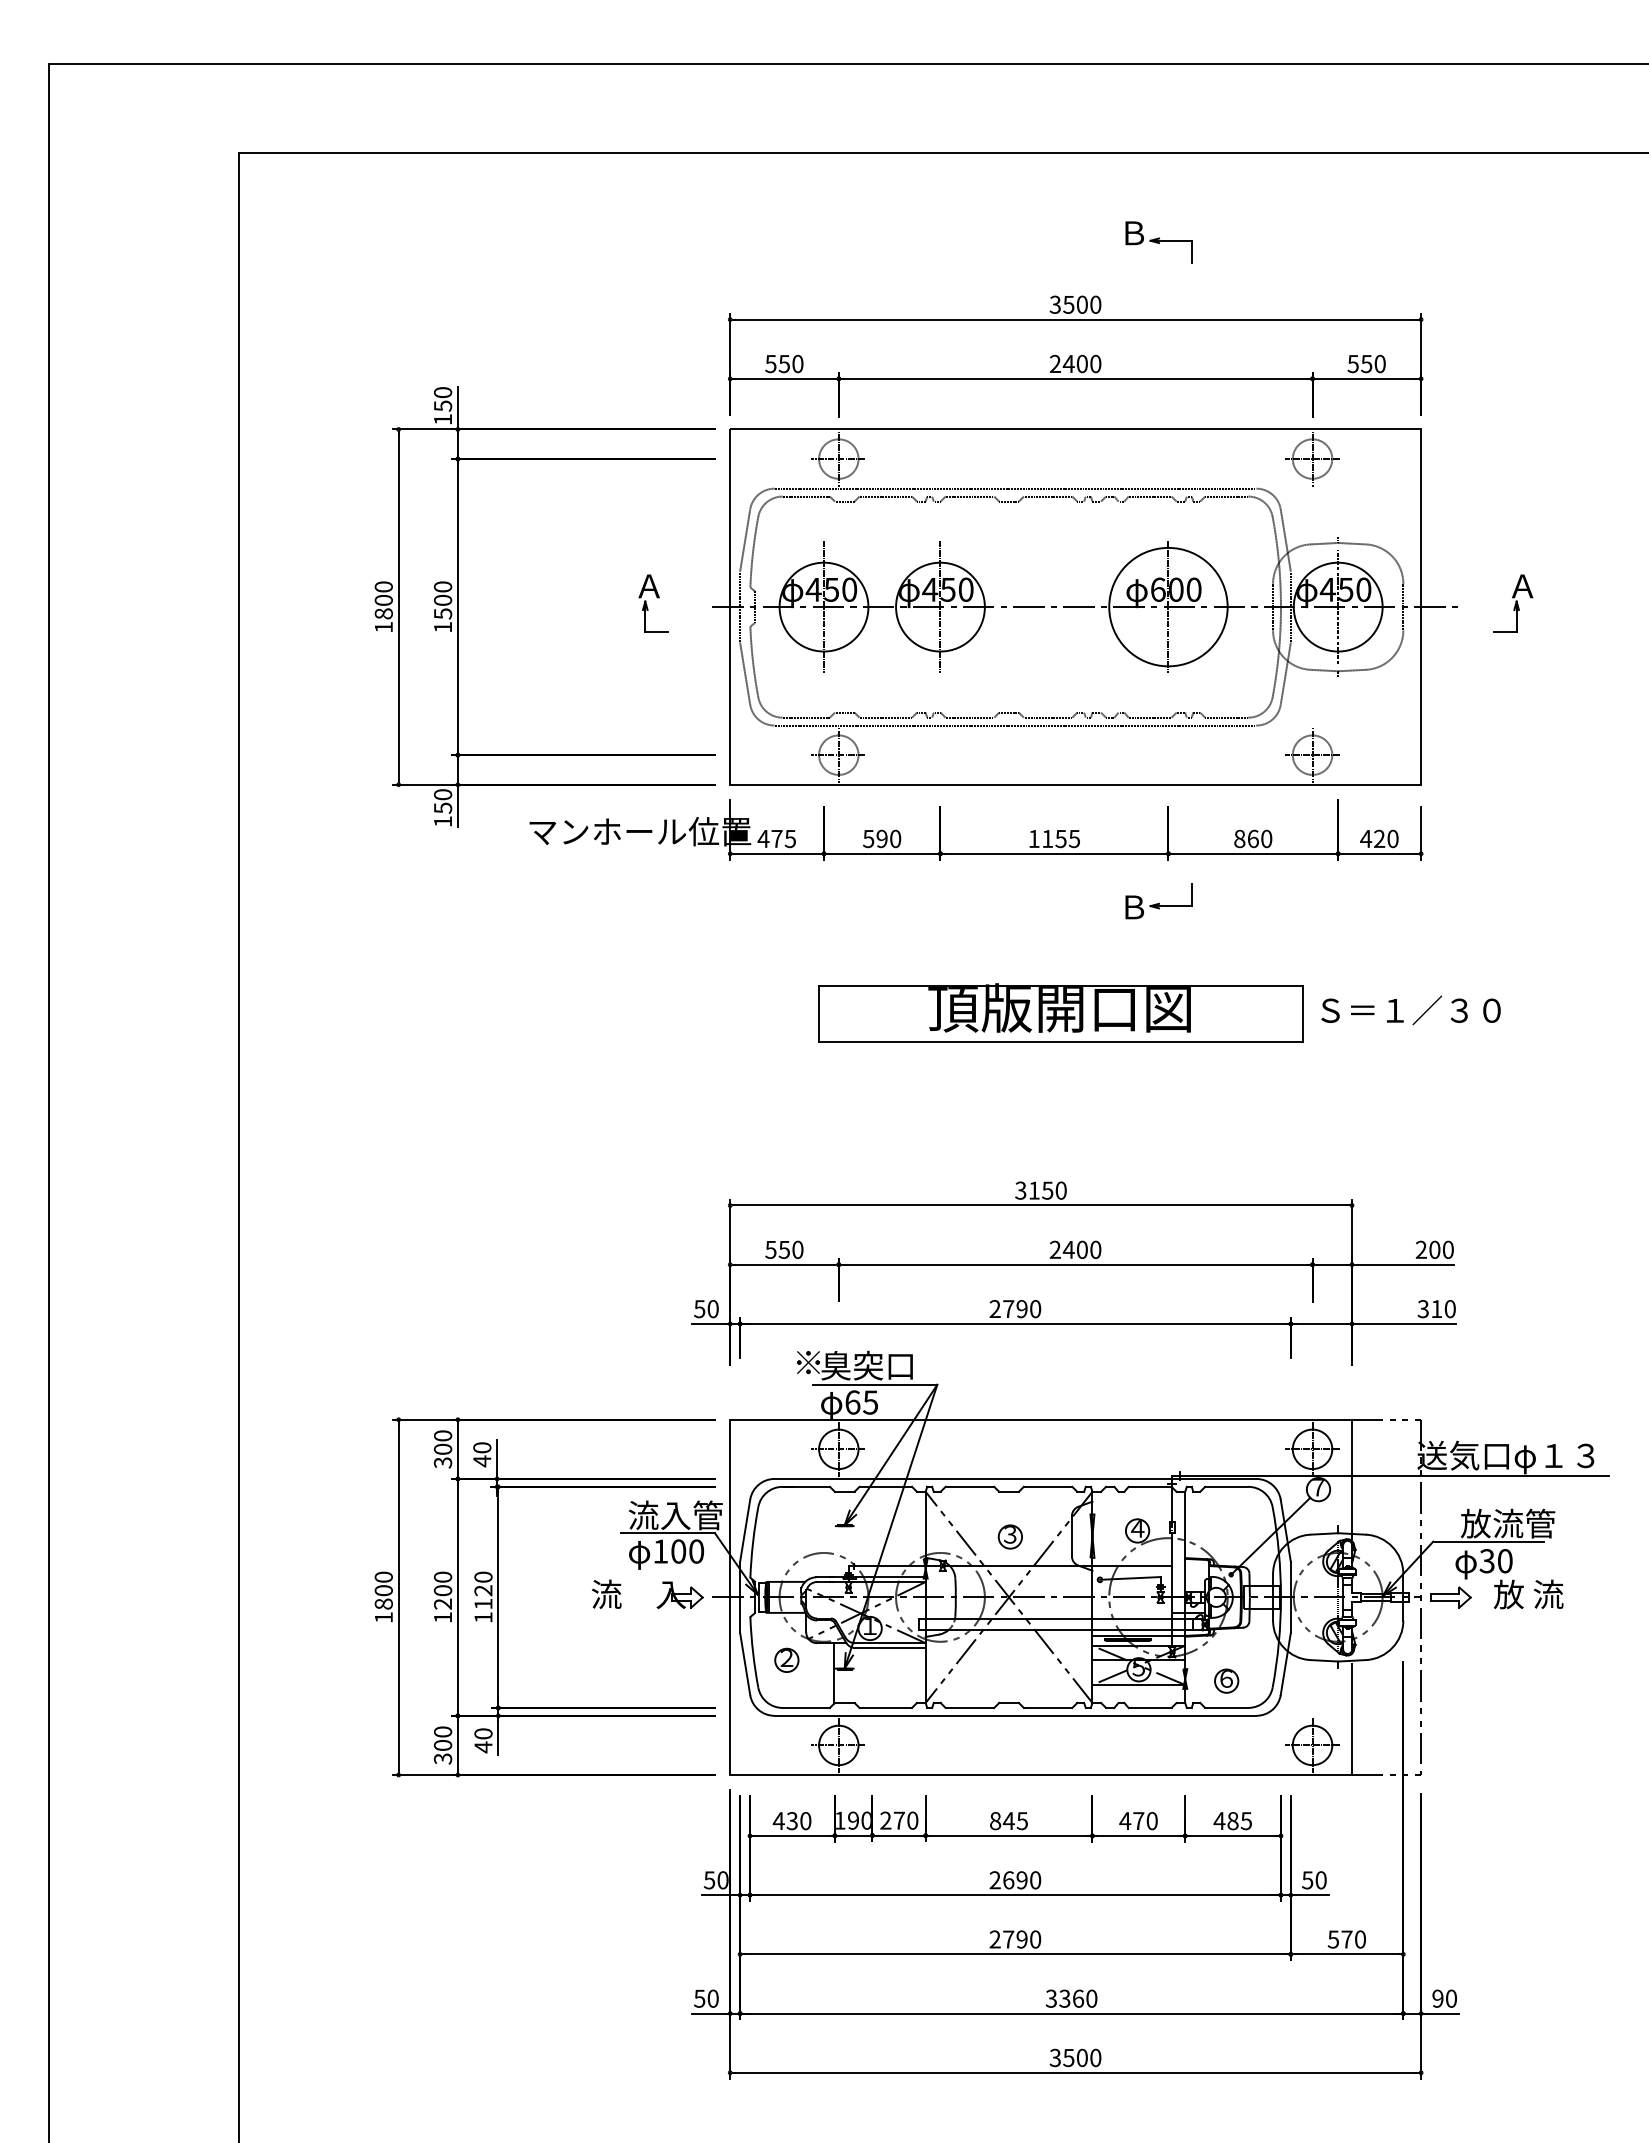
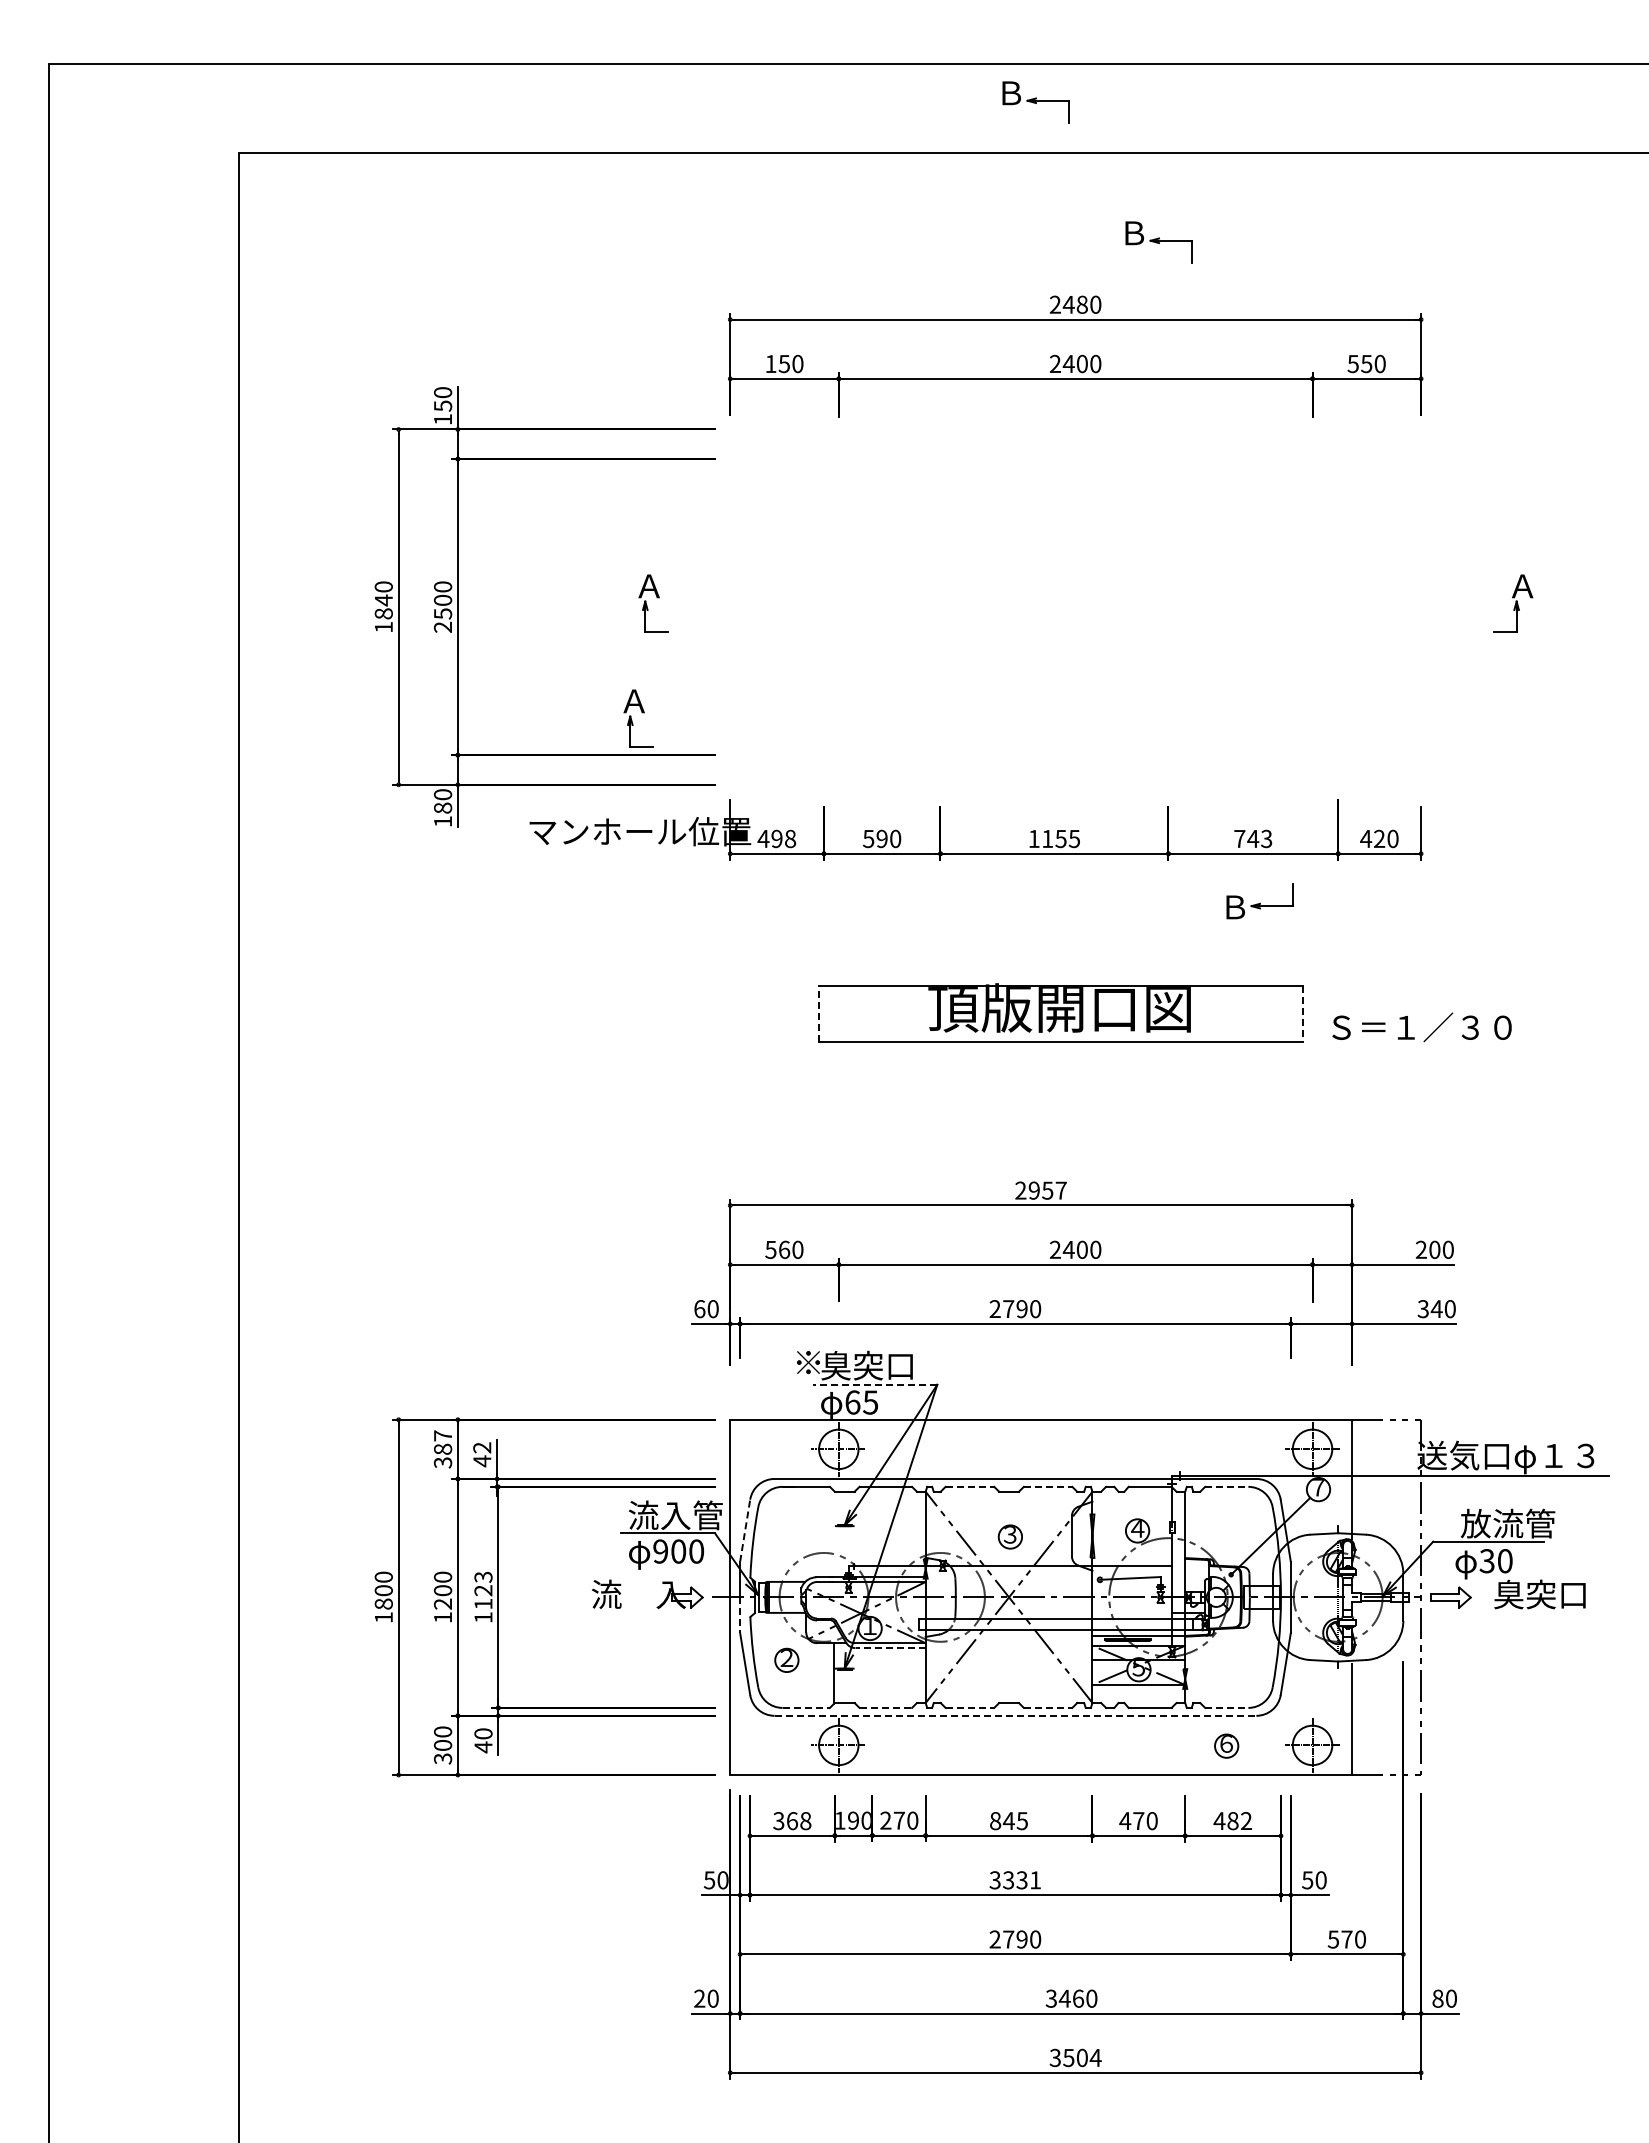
part at (1035, 102): none -> present
text at (1068, 304): 3500 -> 2480
text at (770, 364): 550 -> 150
text at (383, 600): 1800 -> 1840
part at (1084, 606): present -> none
text at (442, 626): 1500 -> 2500
part at (632, 720): none -> present
text at (442, 807): 150 -> 180
text at (783, 838): 475 -> 498
text at (1253, 838): 860 -> 743
part at (1158, 901) position: (1158, 901) -> (1259, 901)
text at (1410, 1010) position: (1410, 1010) -> (1421, 1027)
line at (819, 1013): solid -> dashed
line at (1302, 1013): solid -> dashed
text at (1040, 1190): 3150 -> 2957
text at (784, 1249): 550 -> 560
text at (1436, 1308): 310 -> 340
text at (699, 1309): 50 -> 60
line at (875, 1384): solid -> dashed
text at (443, 1442): 300 -> 387
text at (482, 1447): 40 -> 42
line at (970, 1486): solid -> dashed
line at (1048, 1486): solid -> dashed
line at (1226, 1486): solid -> dashed
line at (745, 1530): solid -> dashed
text at (660, 1551): 100 -> 900
text at (483, 1576): 1120 -> 1123
text at (1539, 1594): 放 流 -> 臭突口
line at (740, 1615): solid -> dashed
line at (890, 1648): solid -> dashed
part at (1226, 1680) position: (1226, 1680) -> (1226, 1745)
line at (806, 1707): solid -> dashed
line at (886, 1707): solid -> dashed
line at (970, 1707): solid -> dashed
line at (1048, 1707): solid -> dashed
line at (1226, 1707): solid -> dashed
line at (1015, 1715): solid -> dashed
text at (791, 1821): 430 -> 368
text at (1245, 1821): 485 -> 482
text at (1015, 1880): 2690 -> 3331
text at (699, 1998): 50 -> 20
text at (1064, 1998): 3360 -> 3460
text at (1437, 1998): 90 -> 80
text at (1095, 2057): 3500 -> 3504
